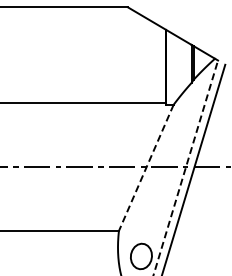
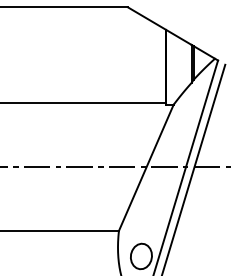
line at (146, 167): dashed -> solid
line at (185, 167): dashed -> solid
